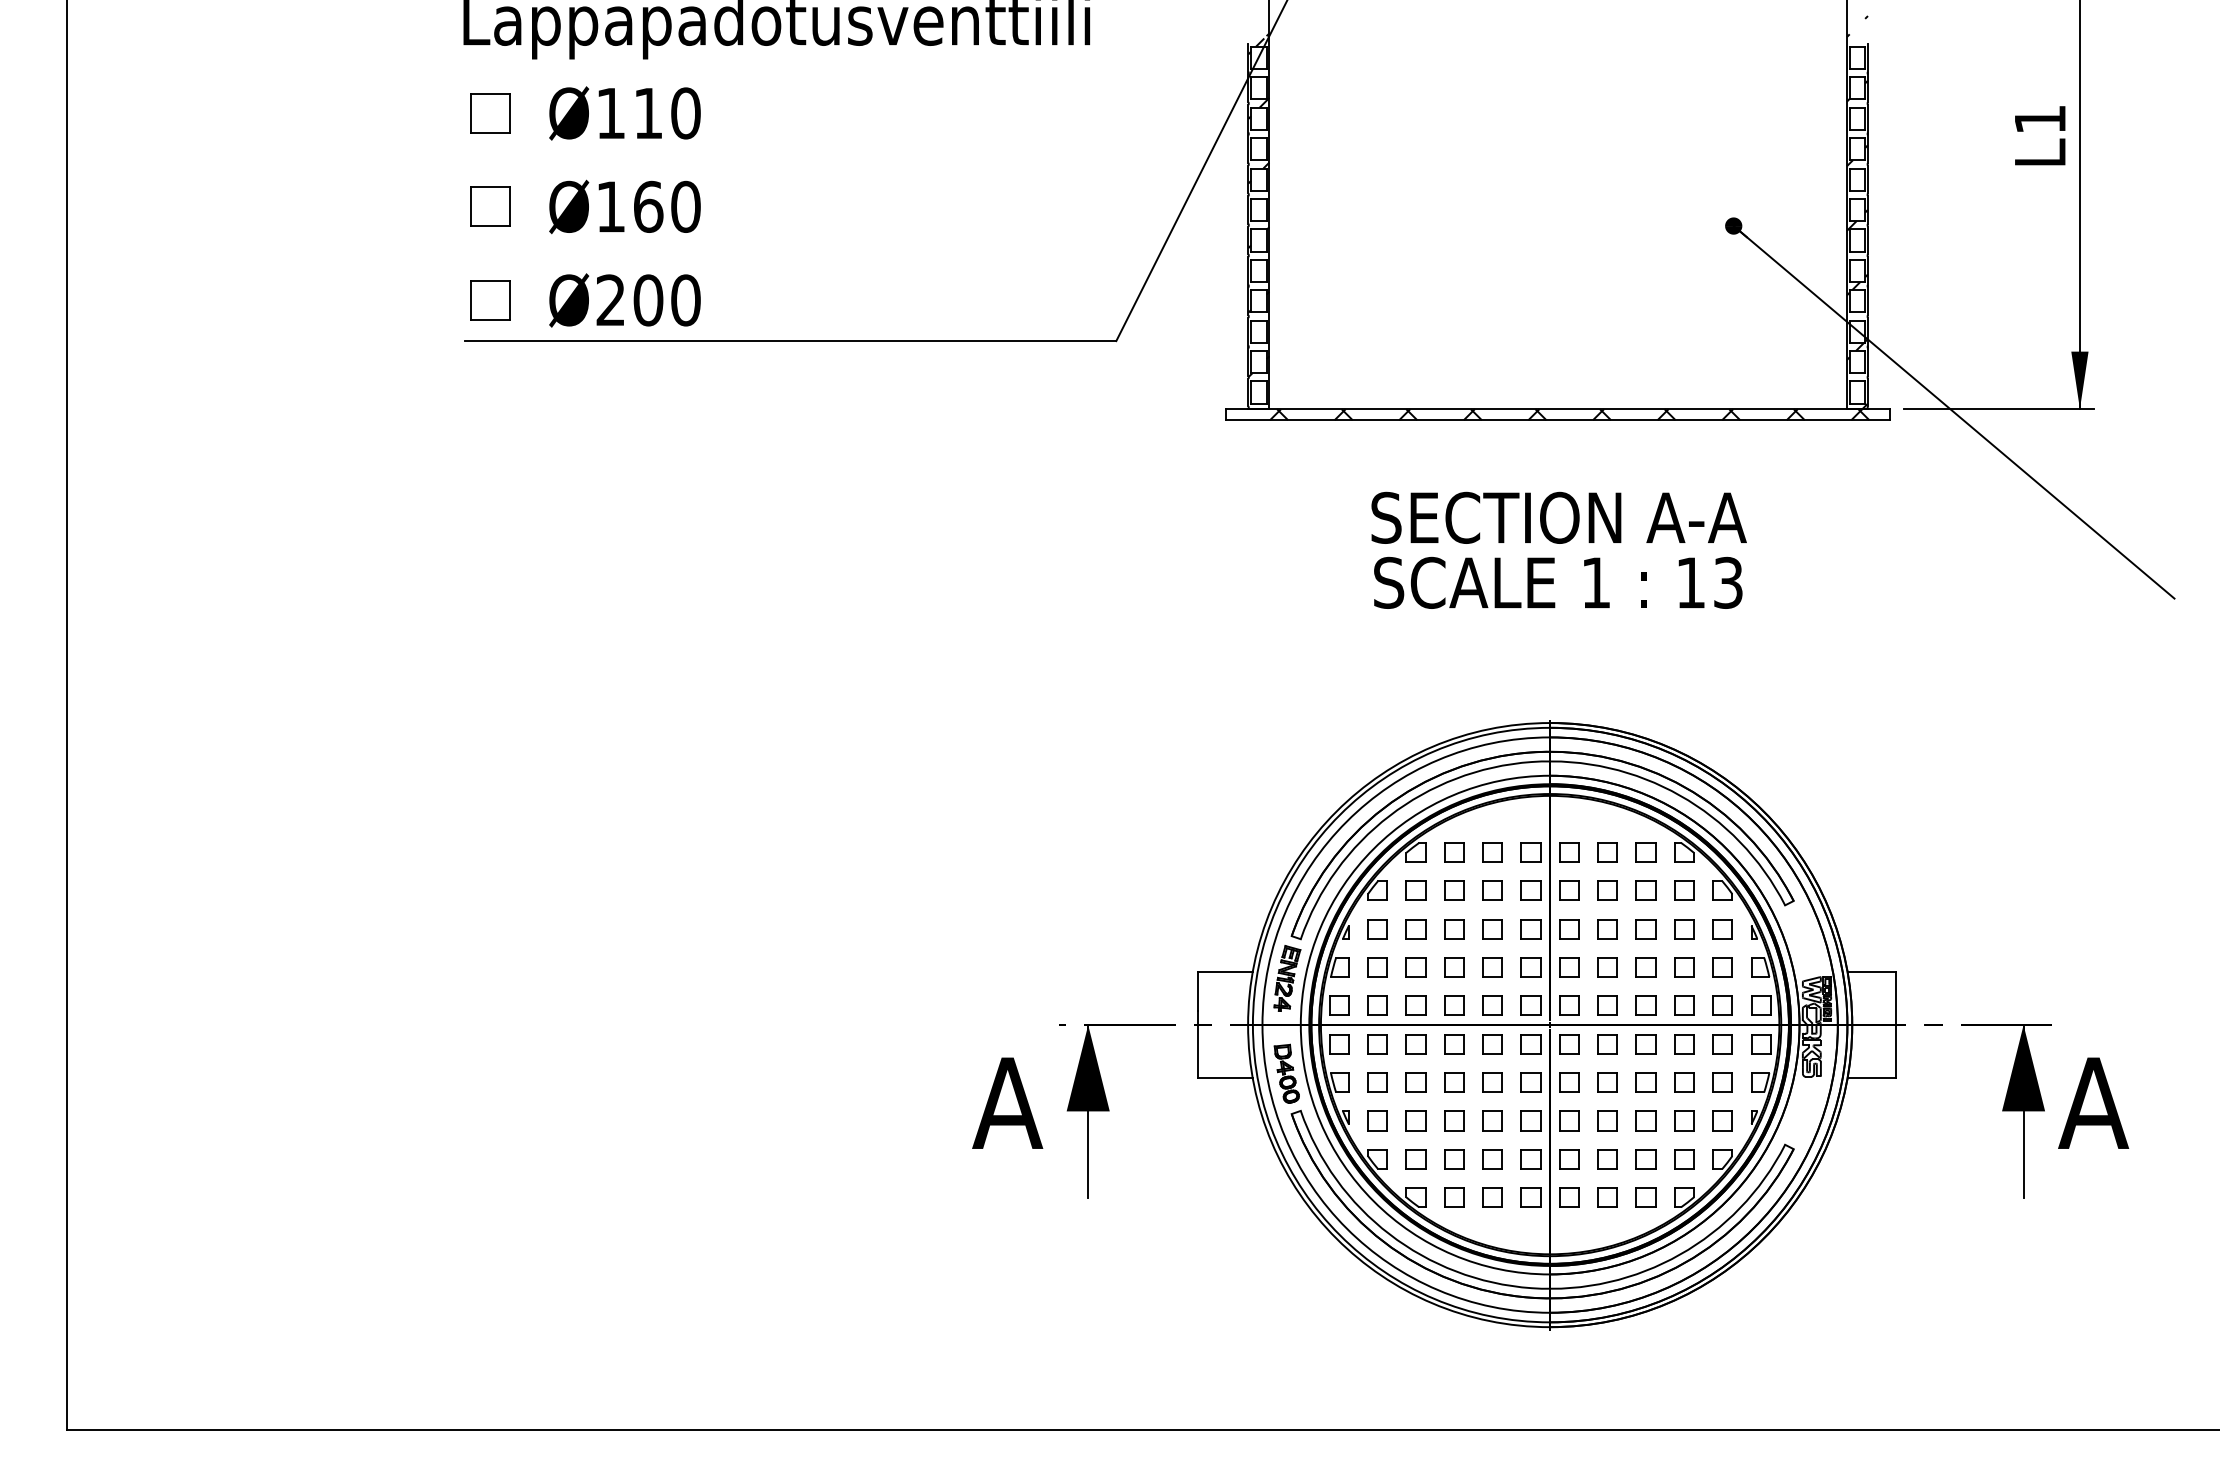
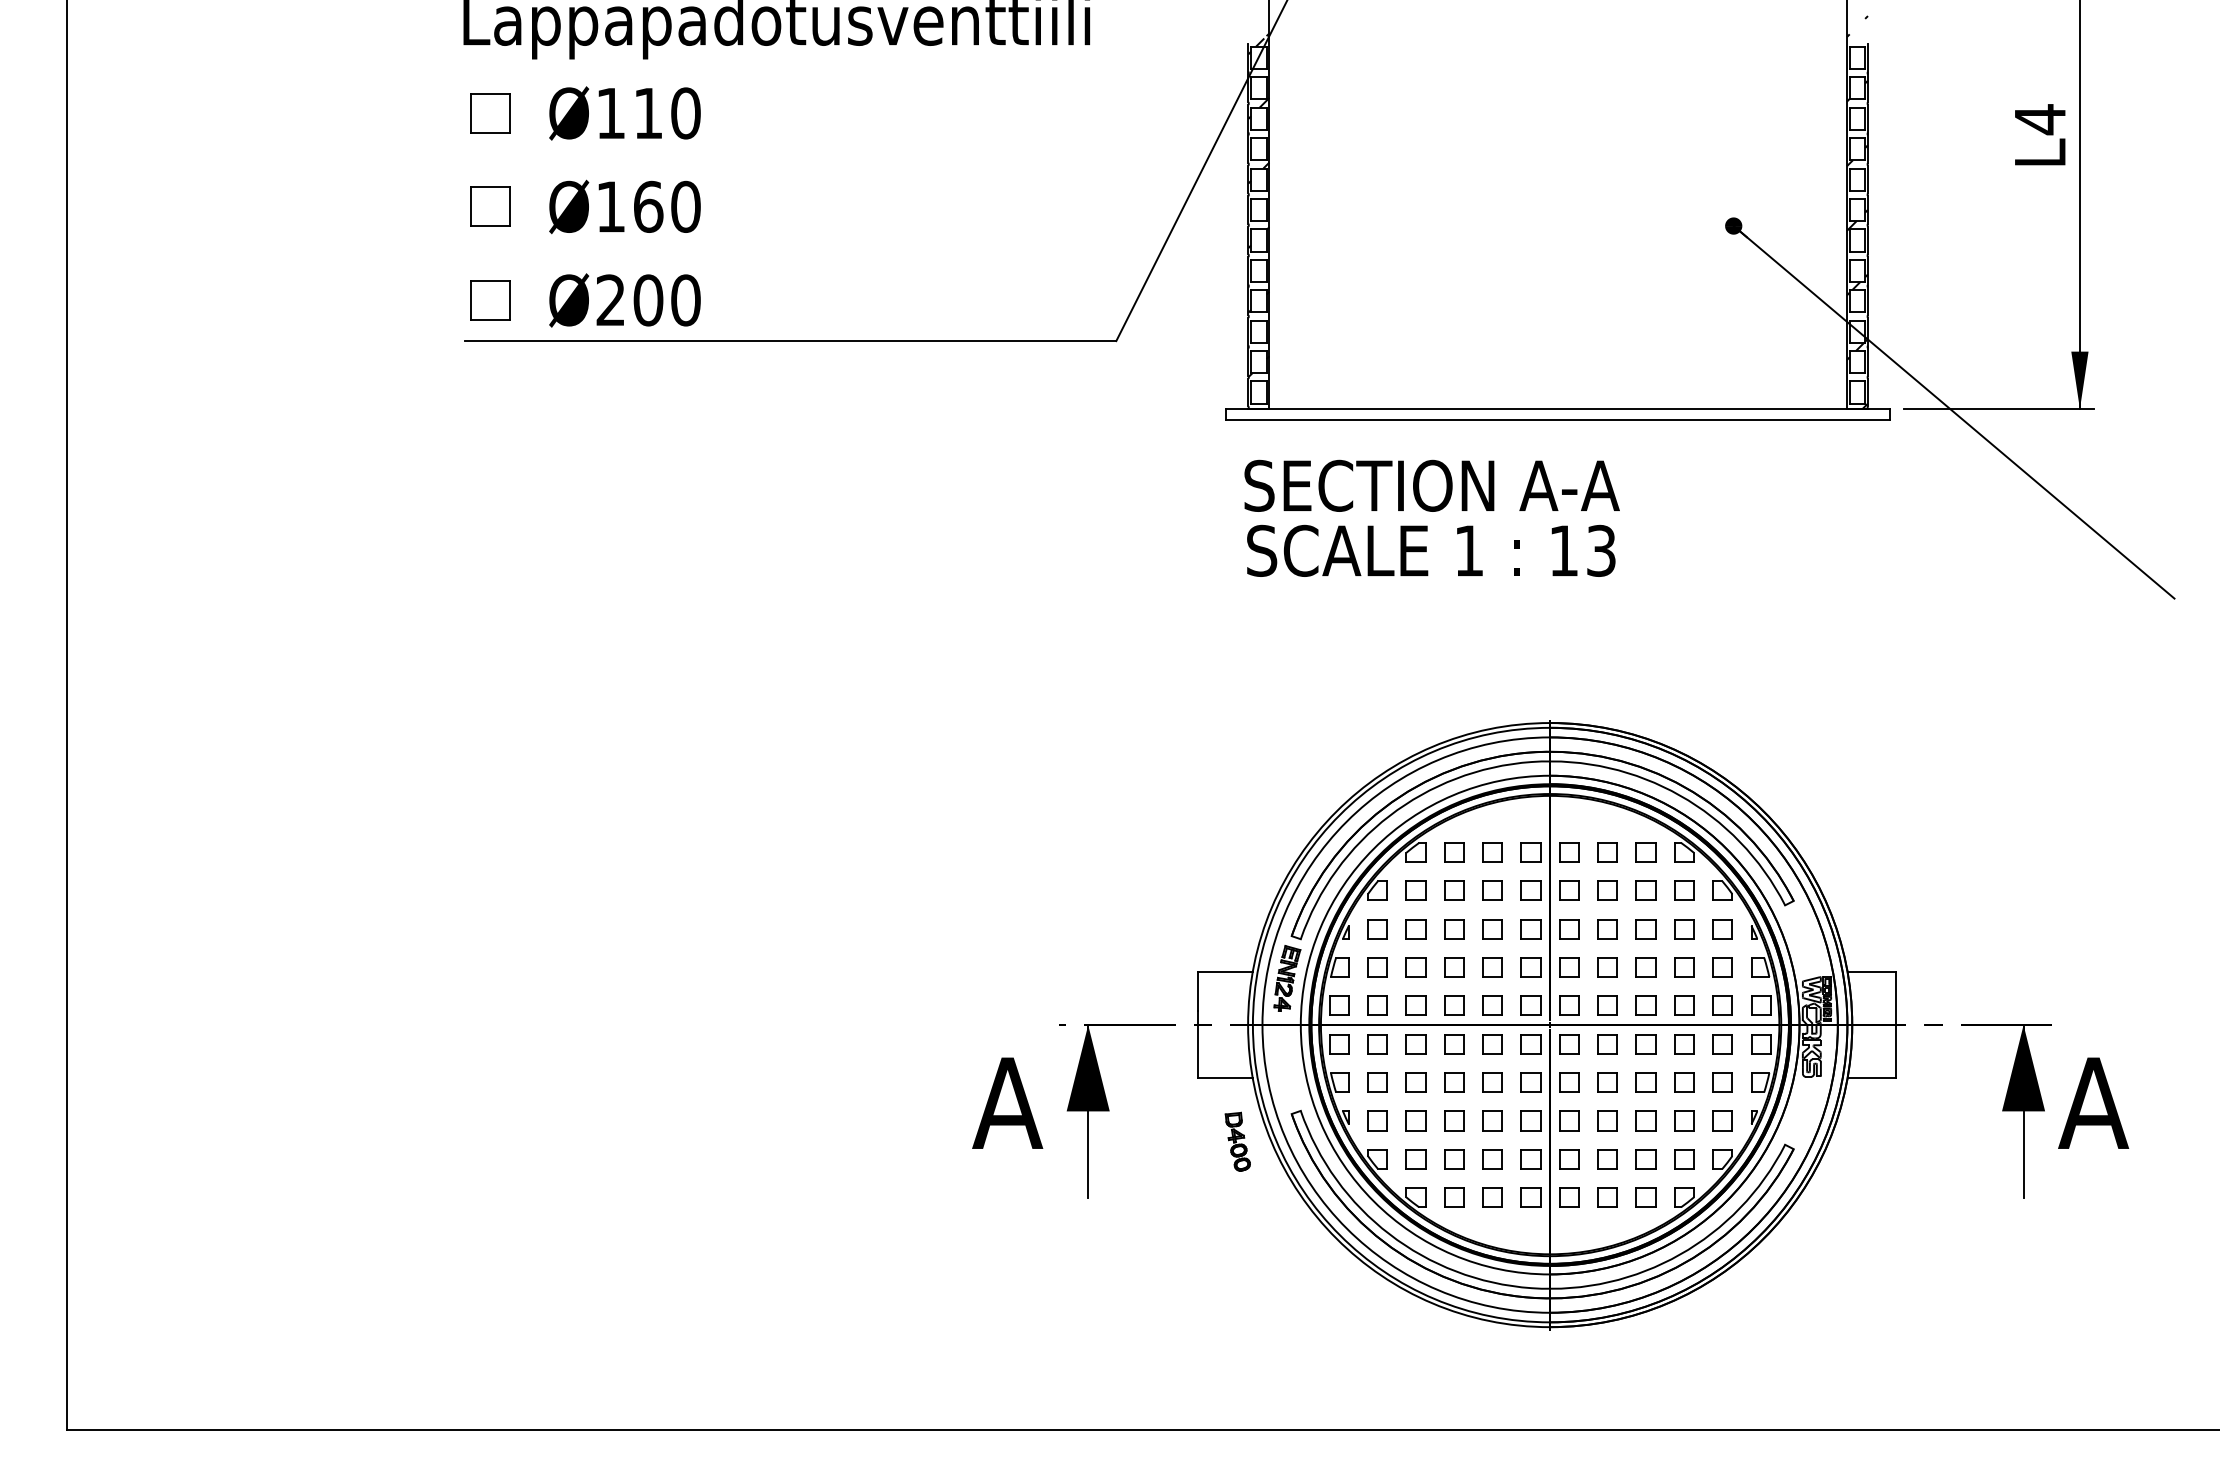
text at (2040, 119): L1 -> L4
hatch at (1569, 414): present -> none
text at (1558, 549) position: (1558, 549) -> (1431, 517)
part at (1286, 1073) position: (1286, 1073) -> (1237, 1141)
